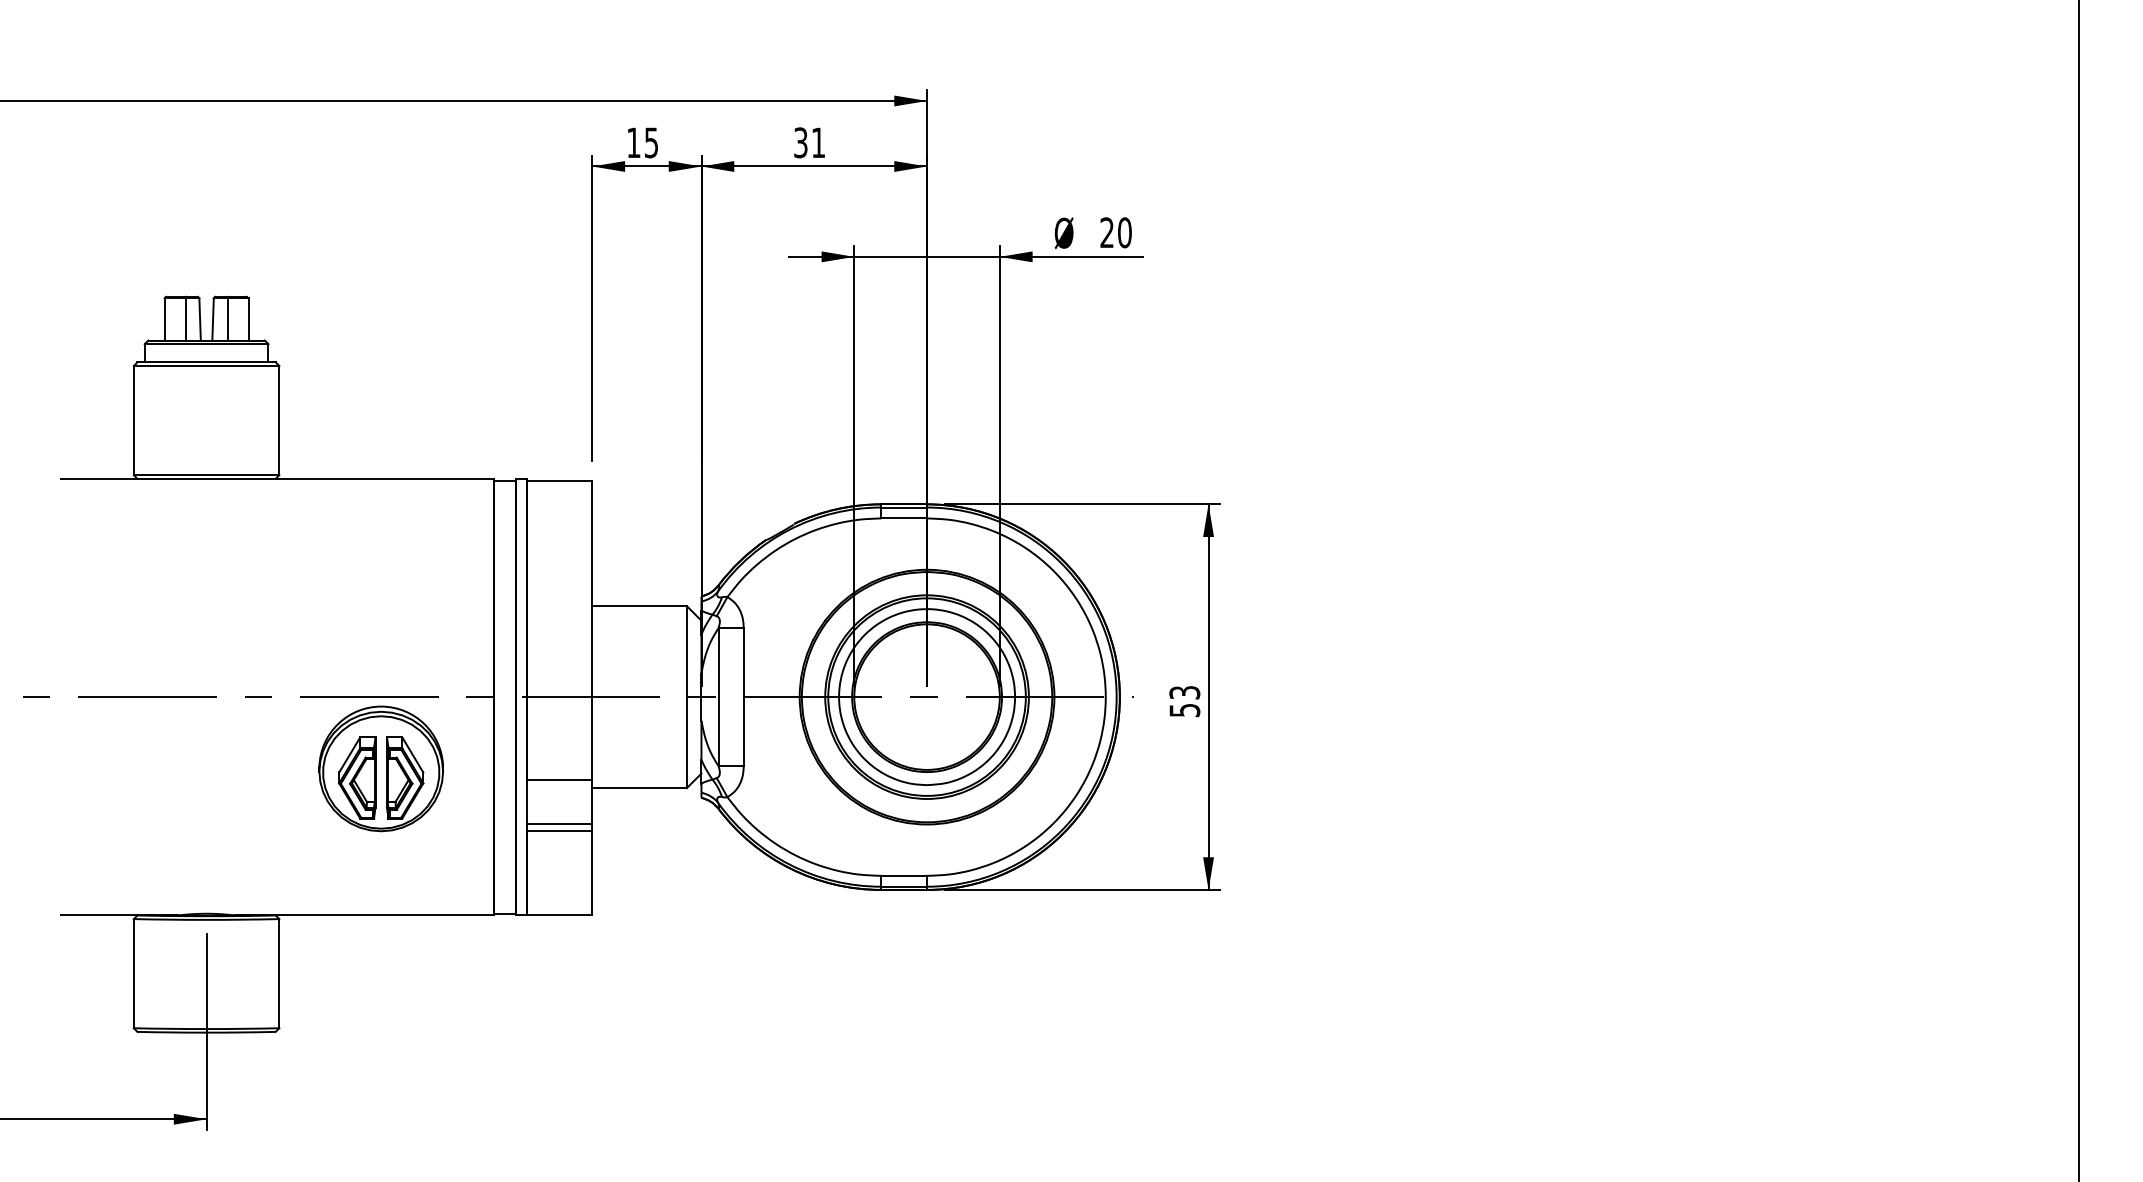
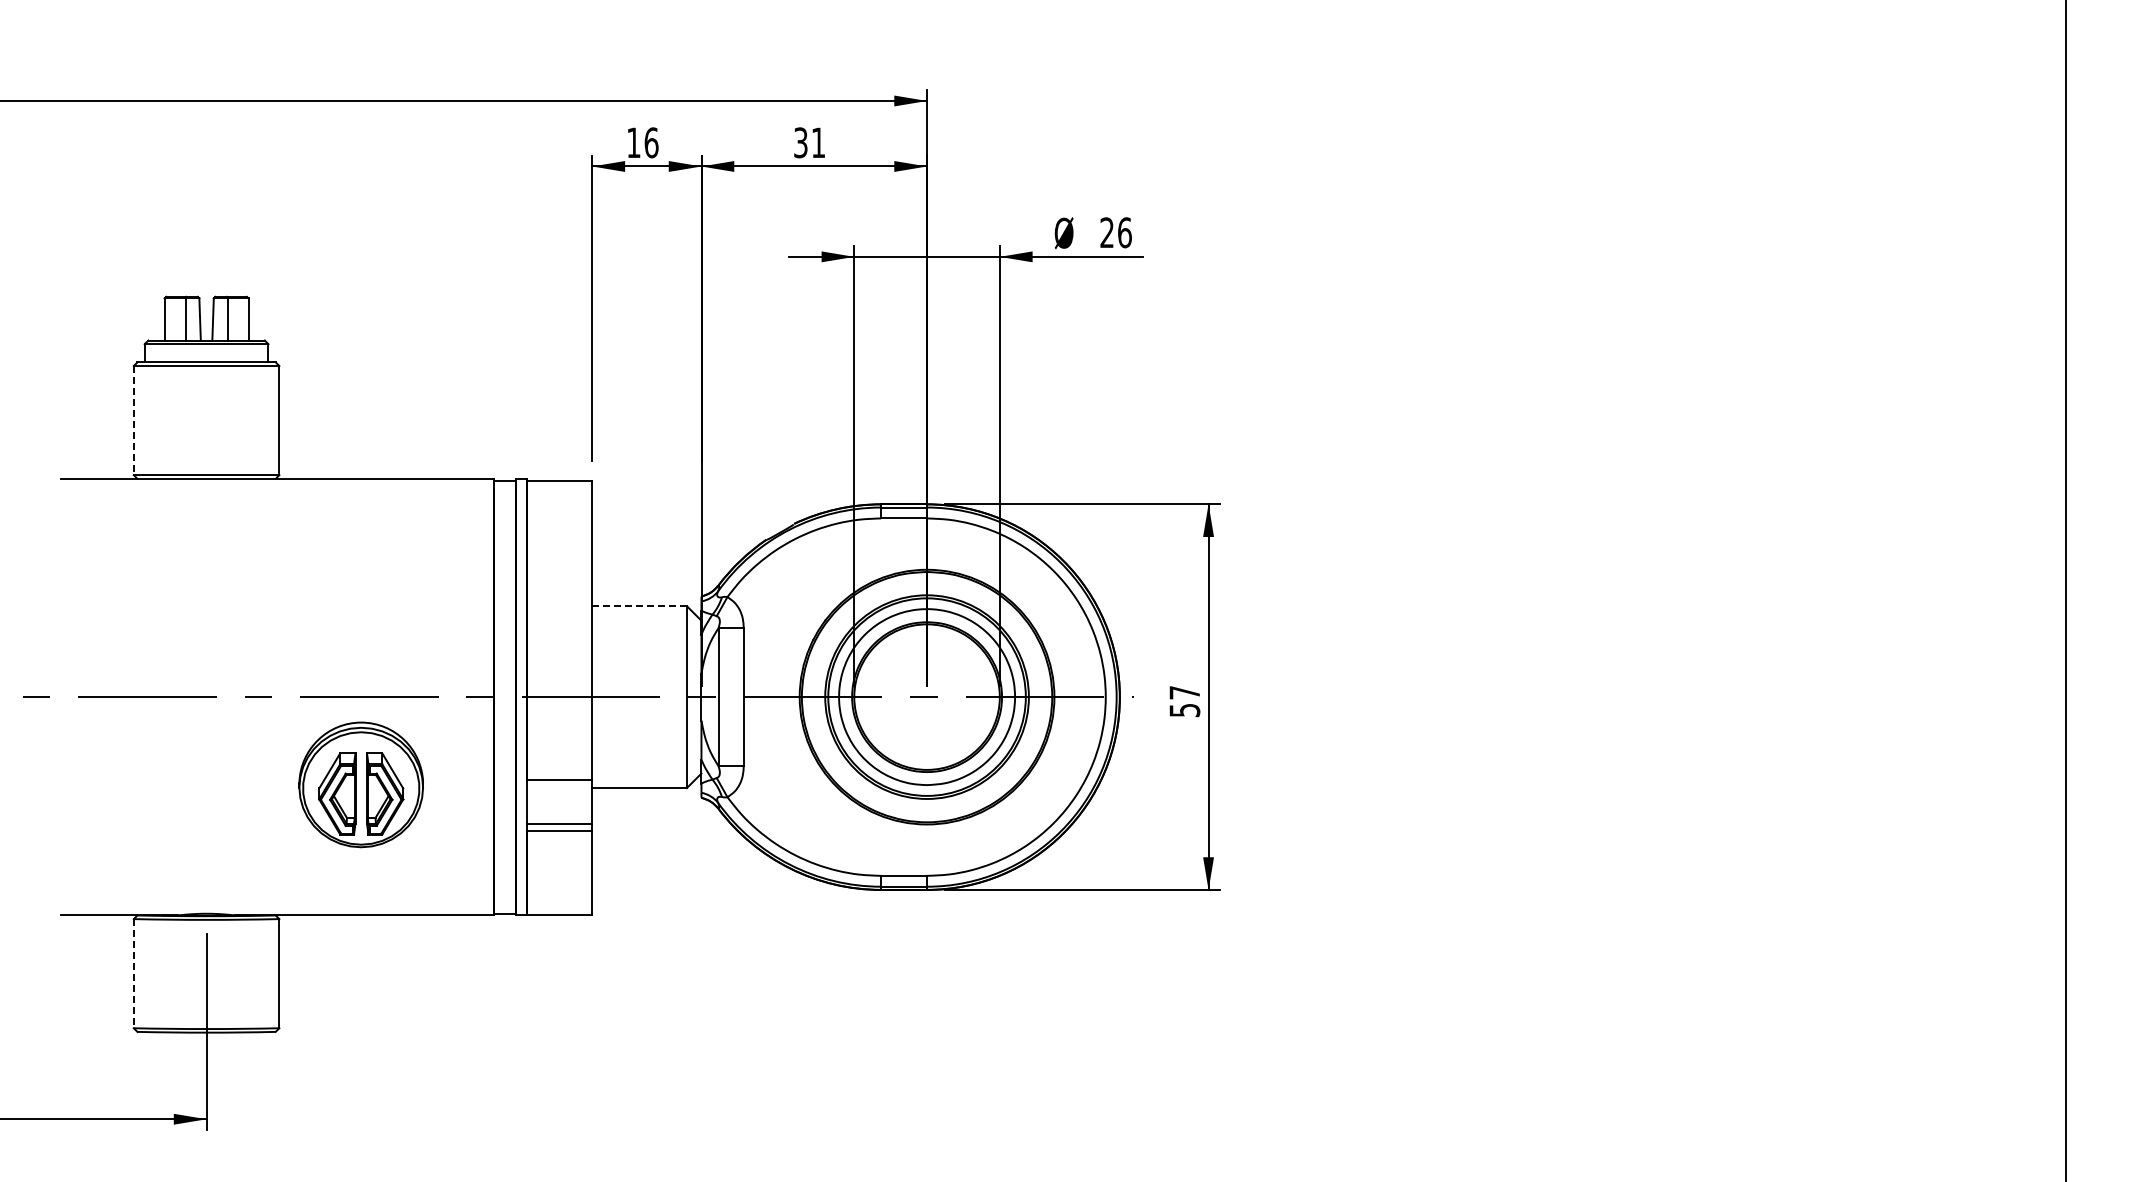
text at (651, 142): 15 -> 16
text at (1124, 232): 20 -> 26
line at (133, 420): solid -> dashed
line at (2078, 590) position: (2078, 590) -> (2065, 590)
line at (639, 606): solid -> dashed
text at (1184, 692): 53 -> 57
part at (380, 768) position: (380, 768) -> (360, 784)
line at (133, 973): solid -> dashed
